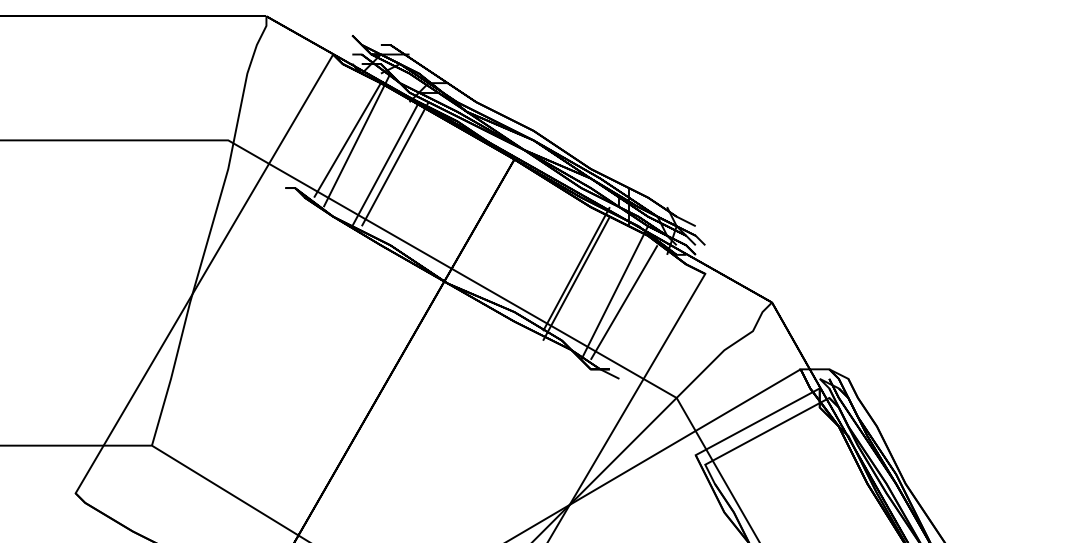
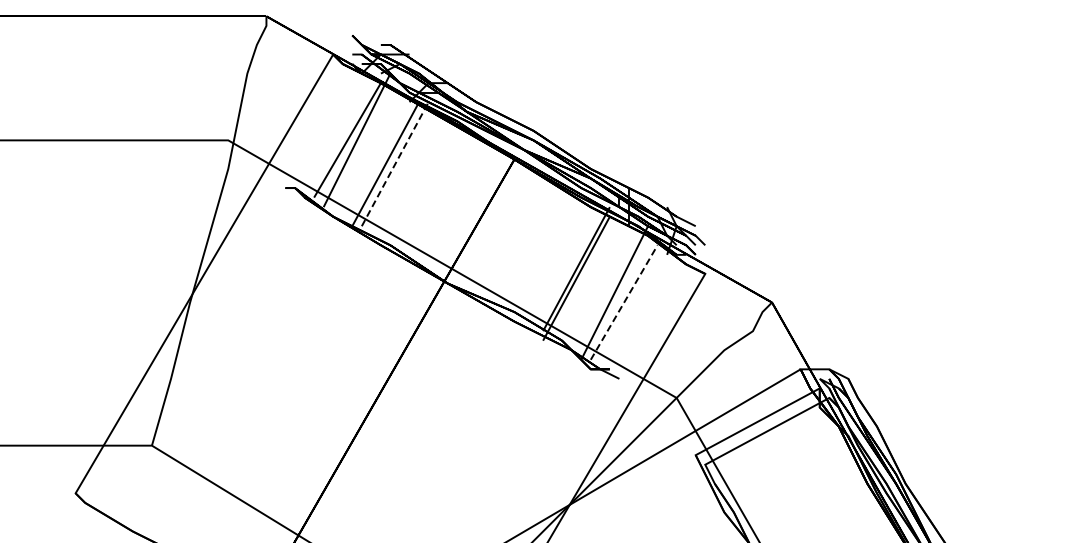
line at (395, 163): solid -> dashed
line at (624, 302): solid -> dashed
